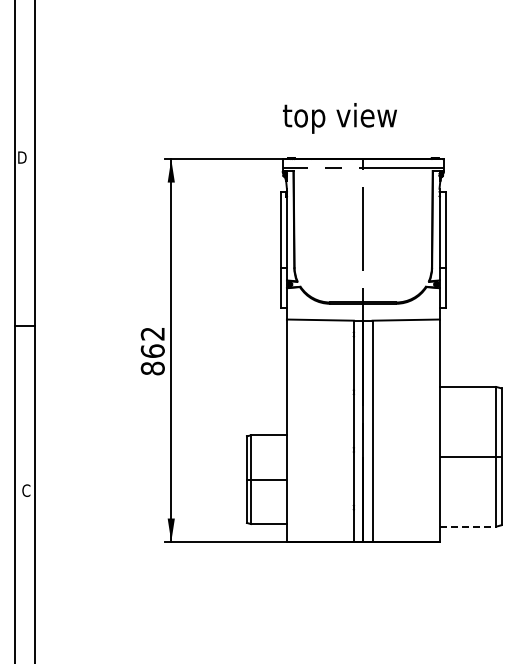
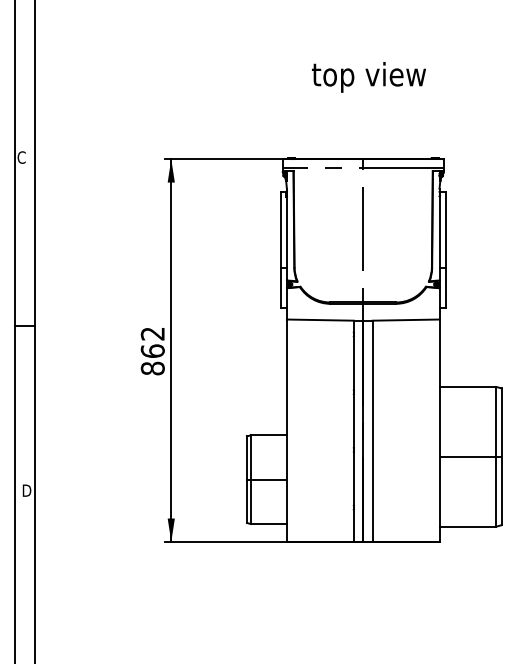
text at (339, 118) position: (339, 118) -> (368, 77)
text at (21, 157): D -> C
text at (26, 490): C -> D
line at (468, 526): dashed -> solid
